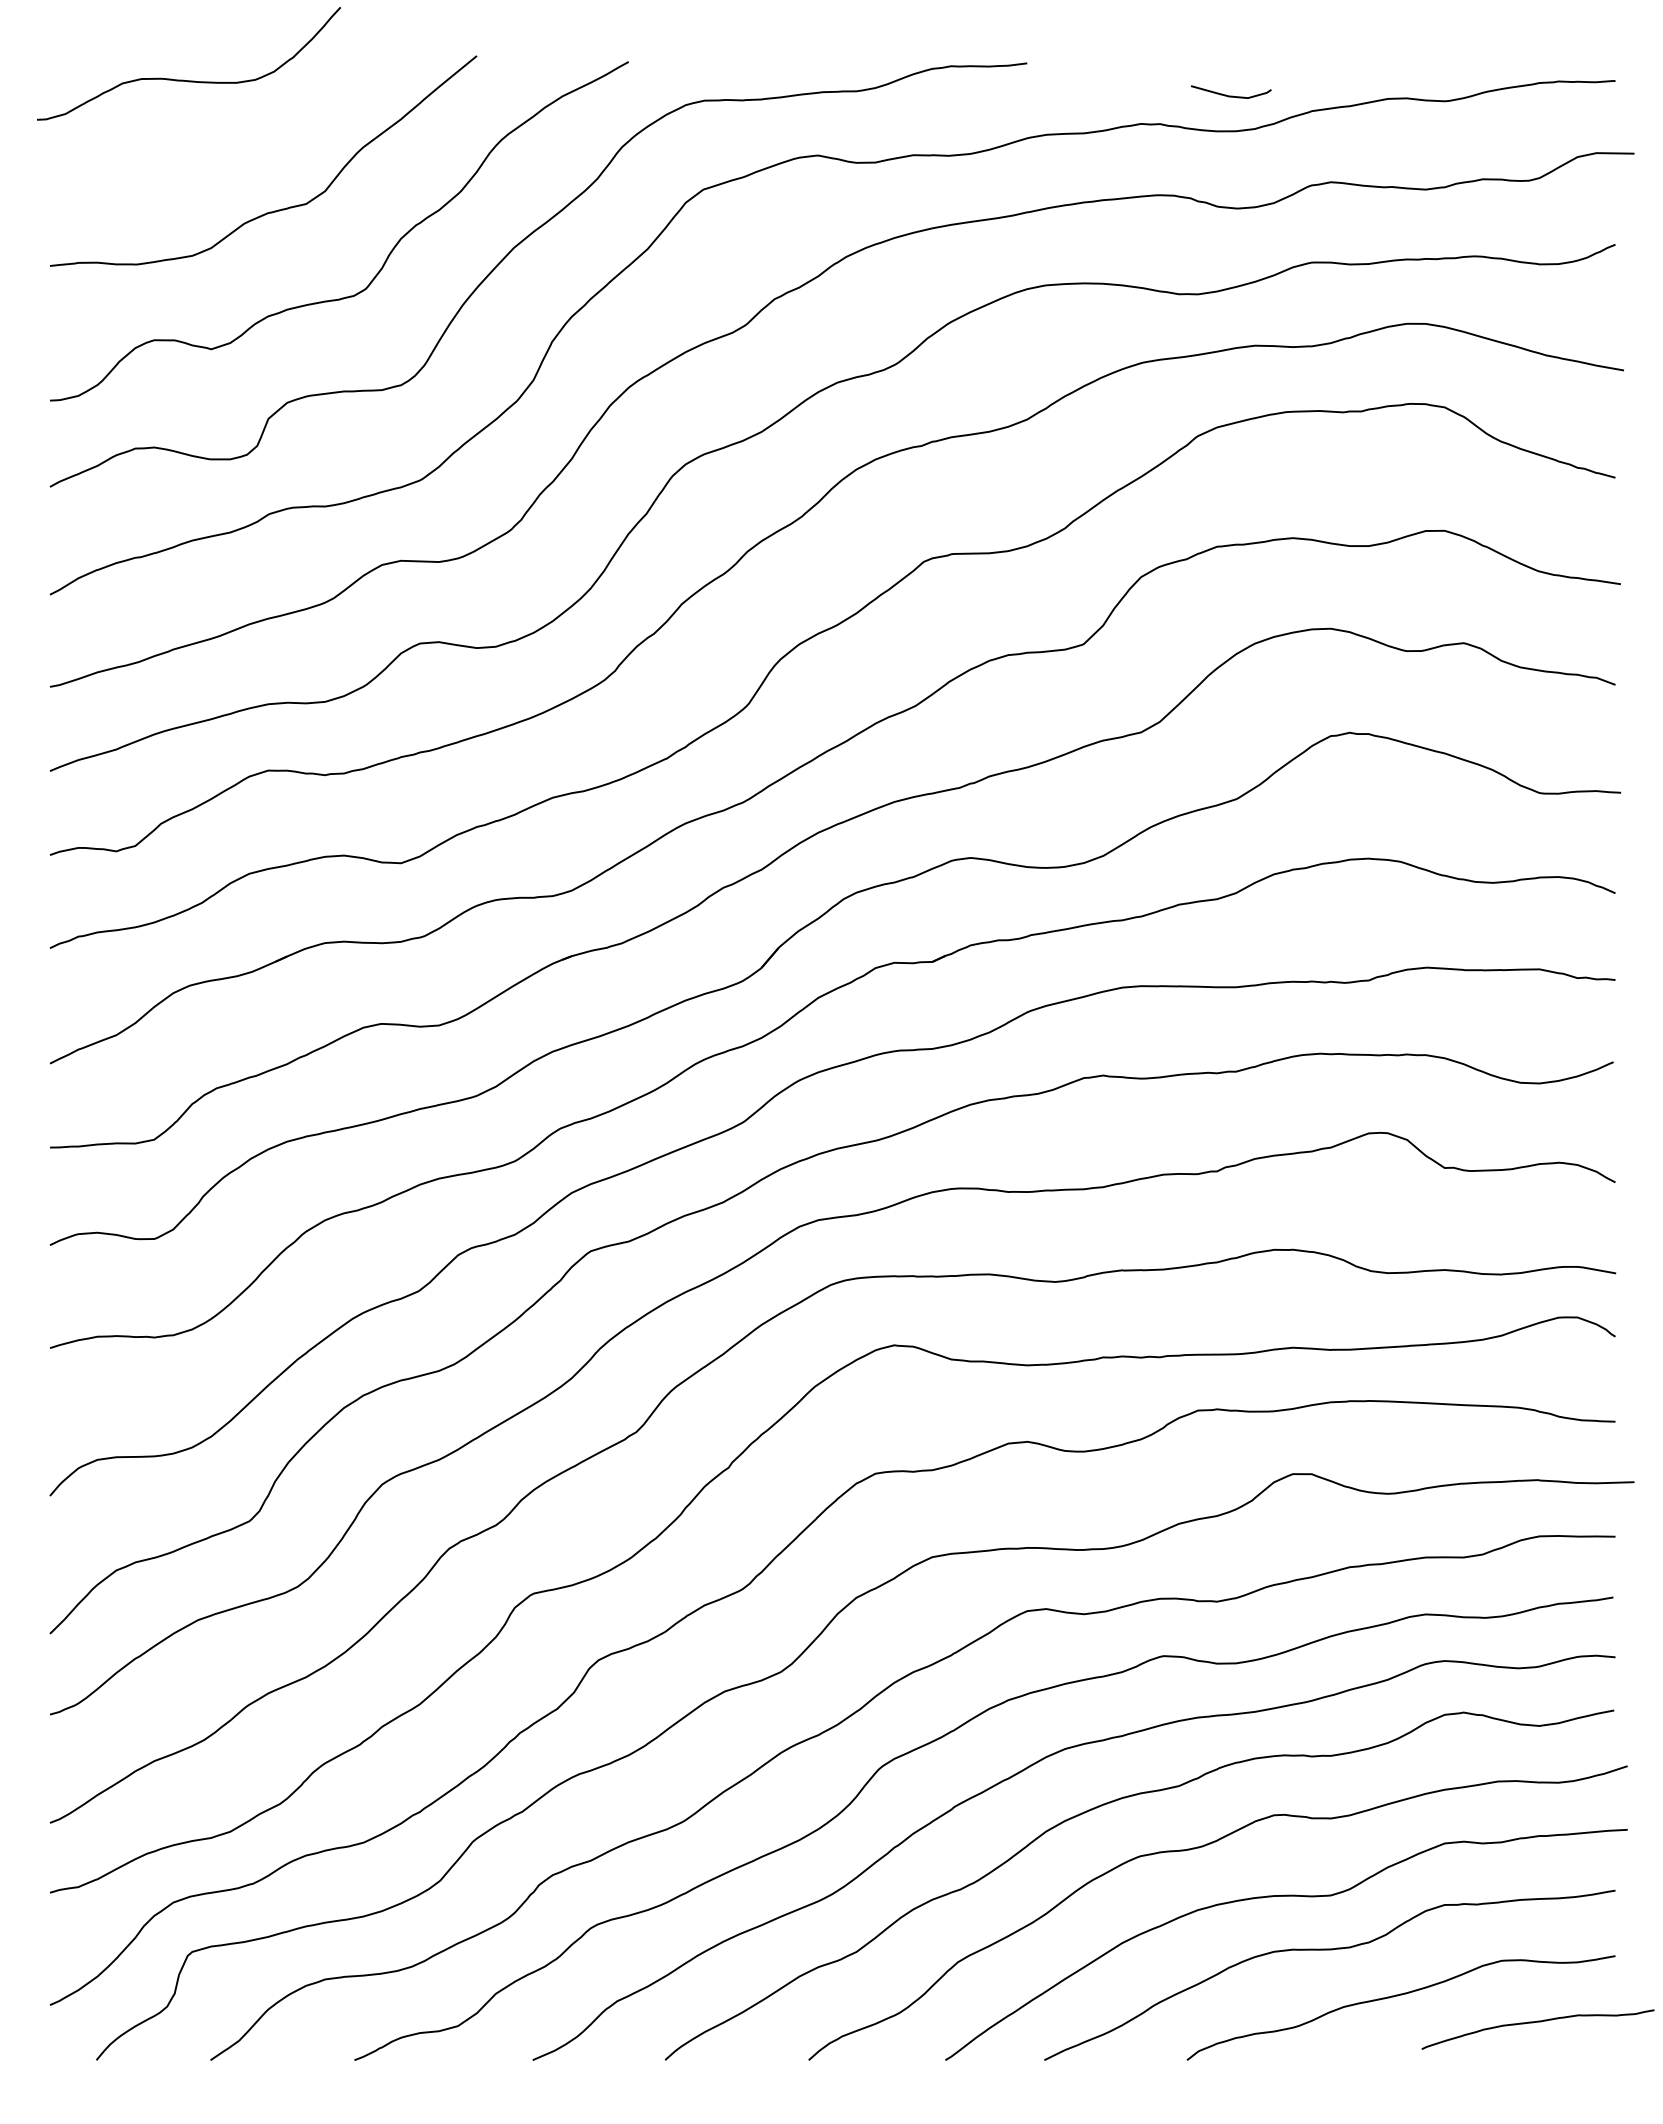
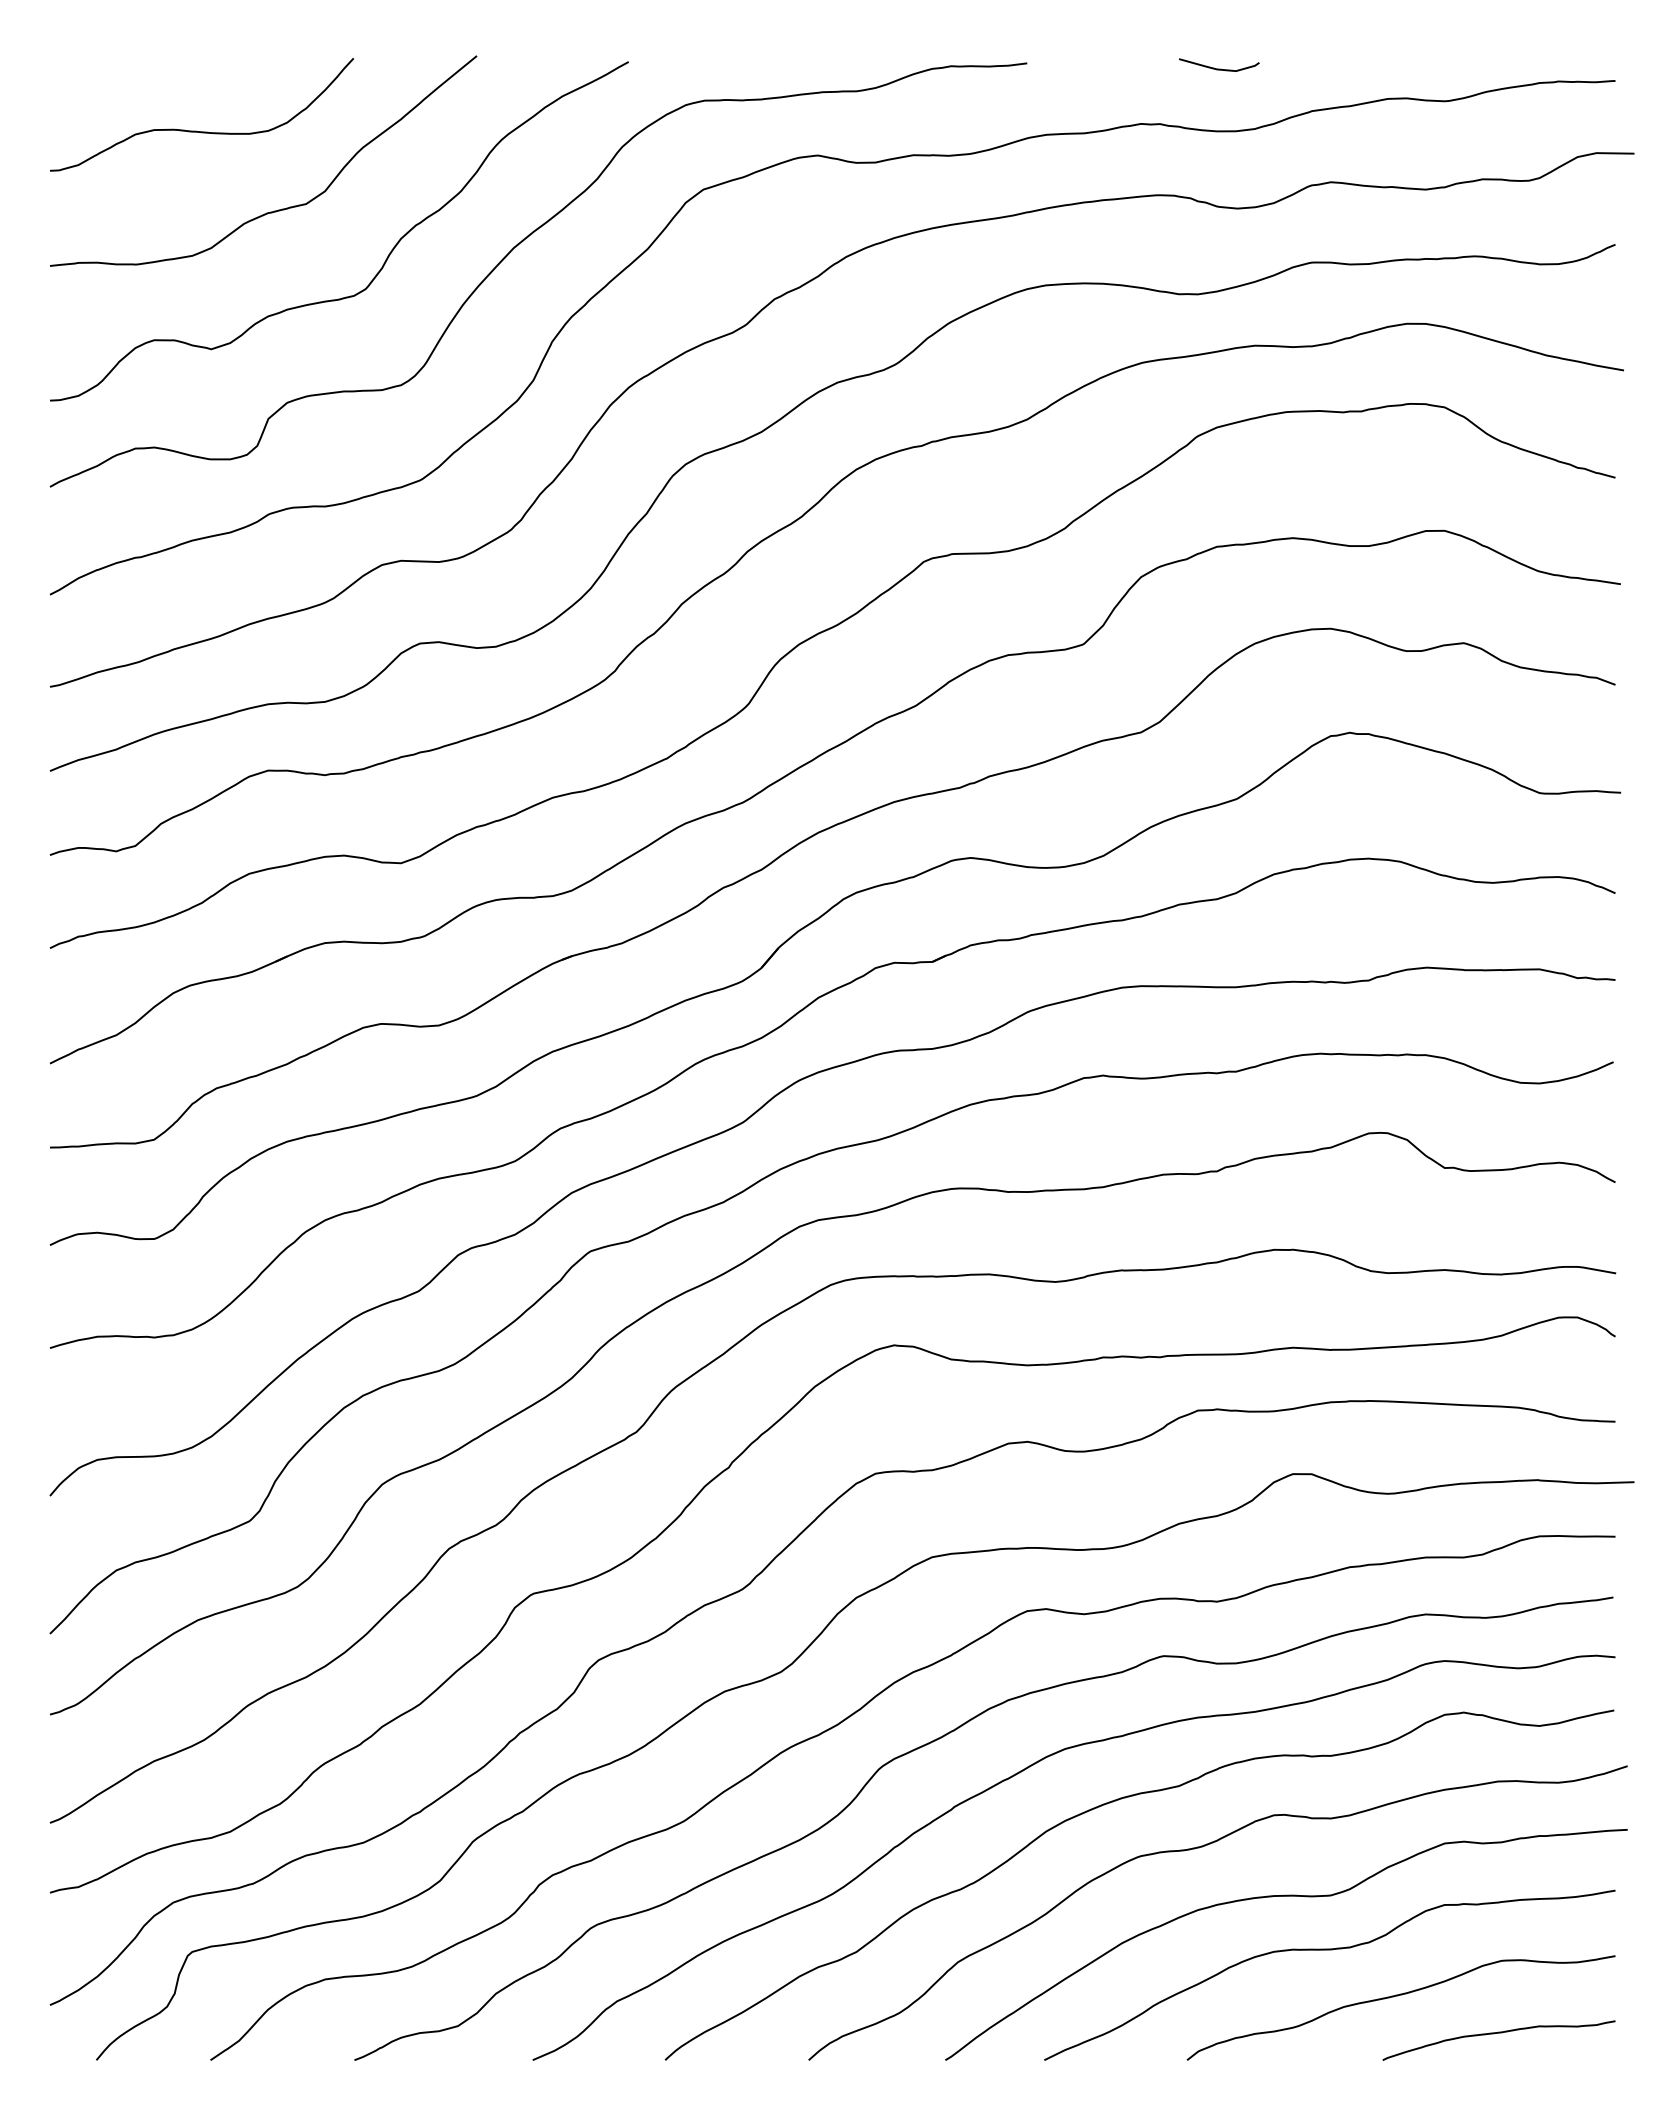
curve at (183, 79) position: (183, 79) -> (196, 130)
curve at (1231, 95) position: (1231, 95) -> (1219, 68)
curve at (1537, 2022) position: (1537, 2022) -> (1498, 2033)
